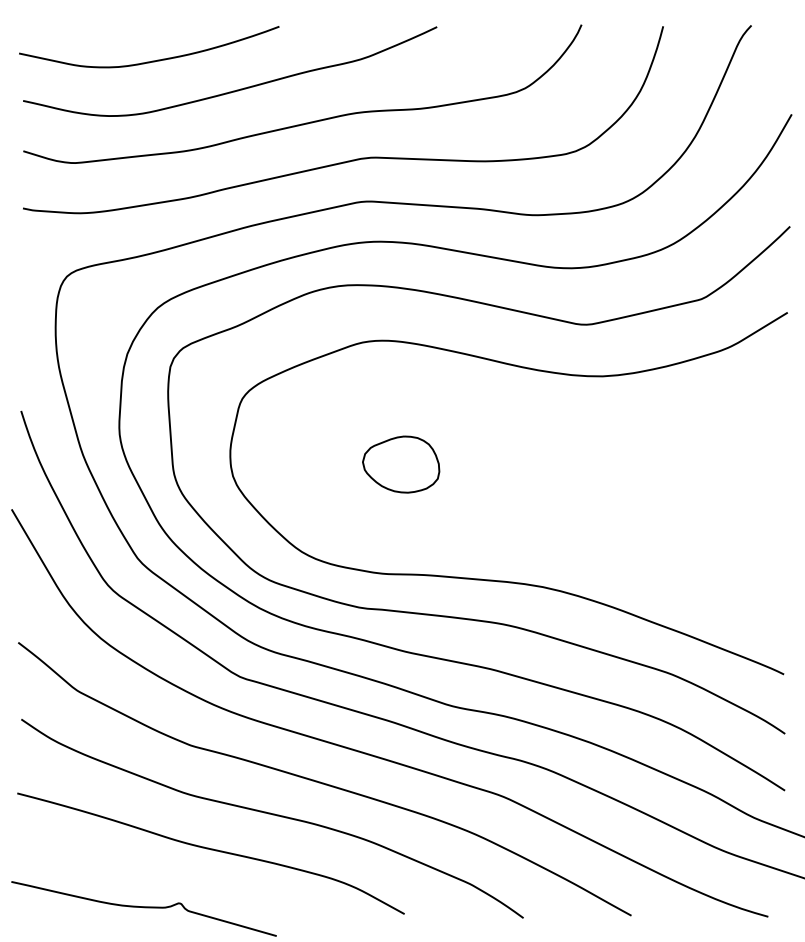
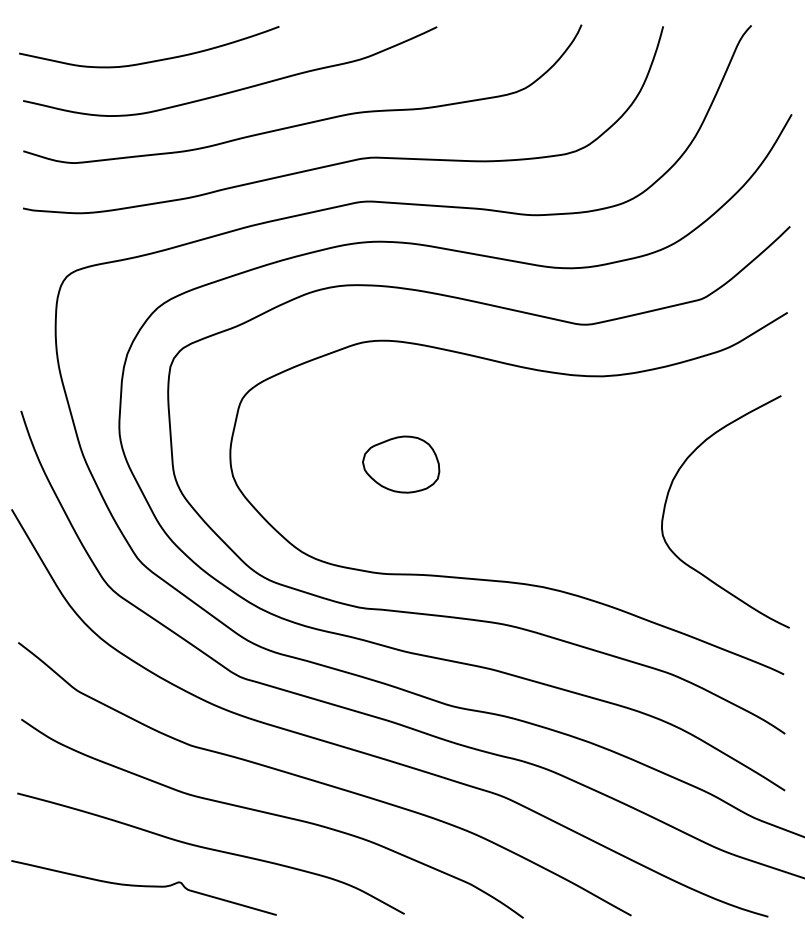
curve at (668, 496): none -> present
curve at (143, 908) position: (143, 908) -> (143, 887)
